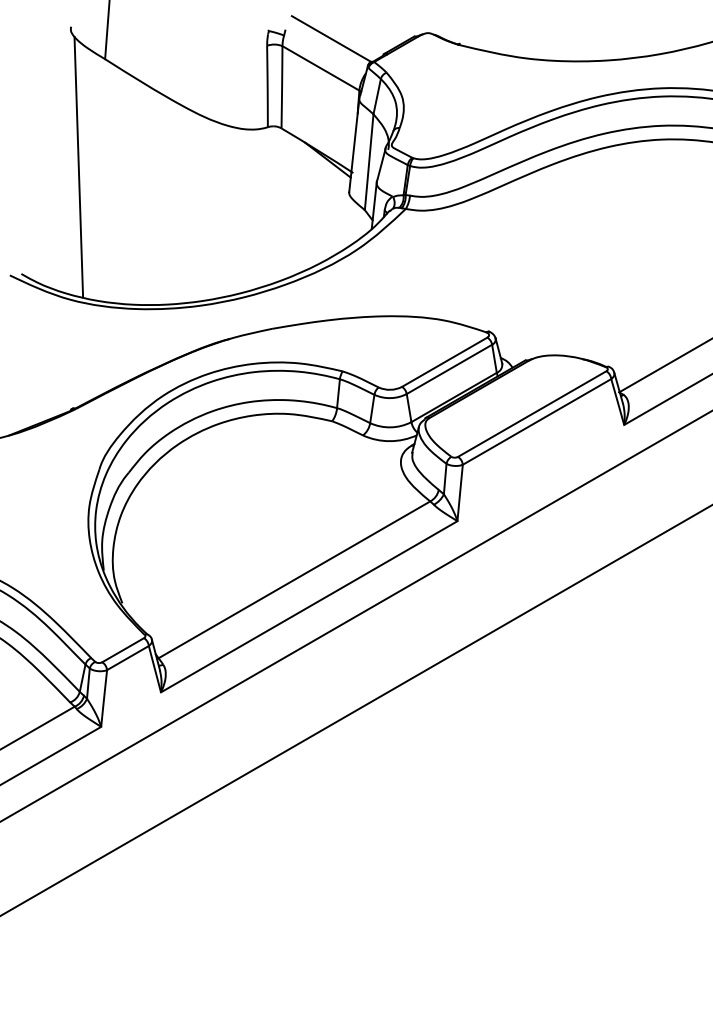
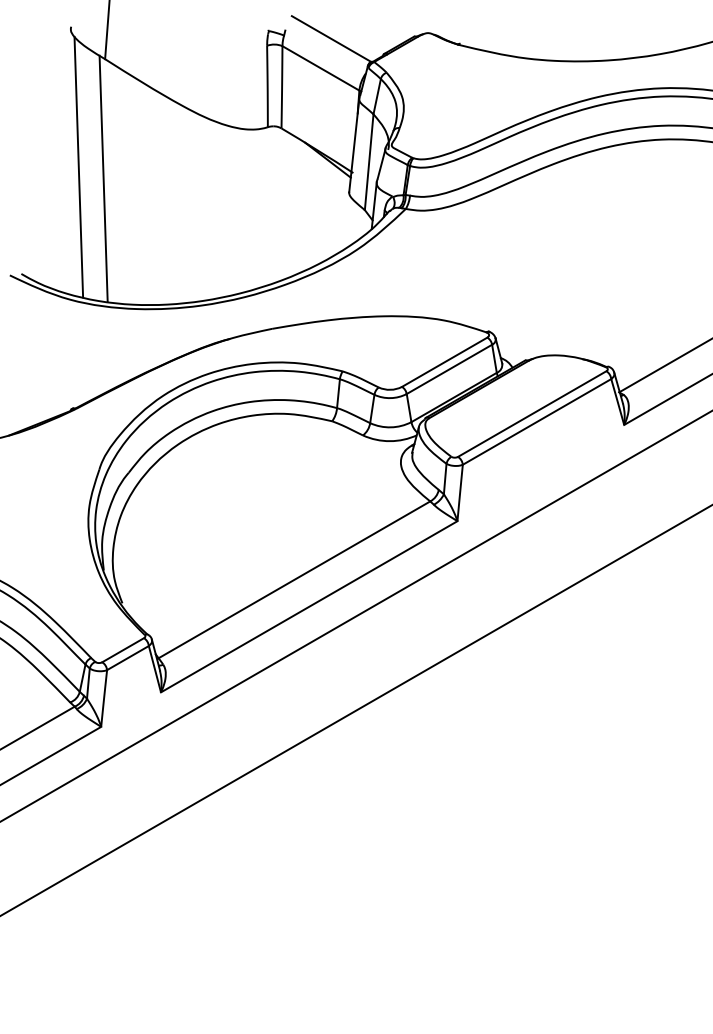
line at (103, 178): none -> present
